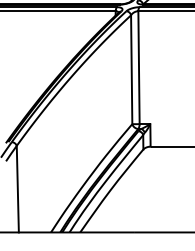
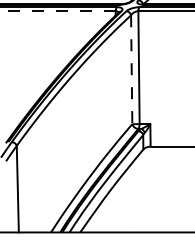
line at (58, 11): solid -> dashed
line at (131, 70): solid -> dashed
